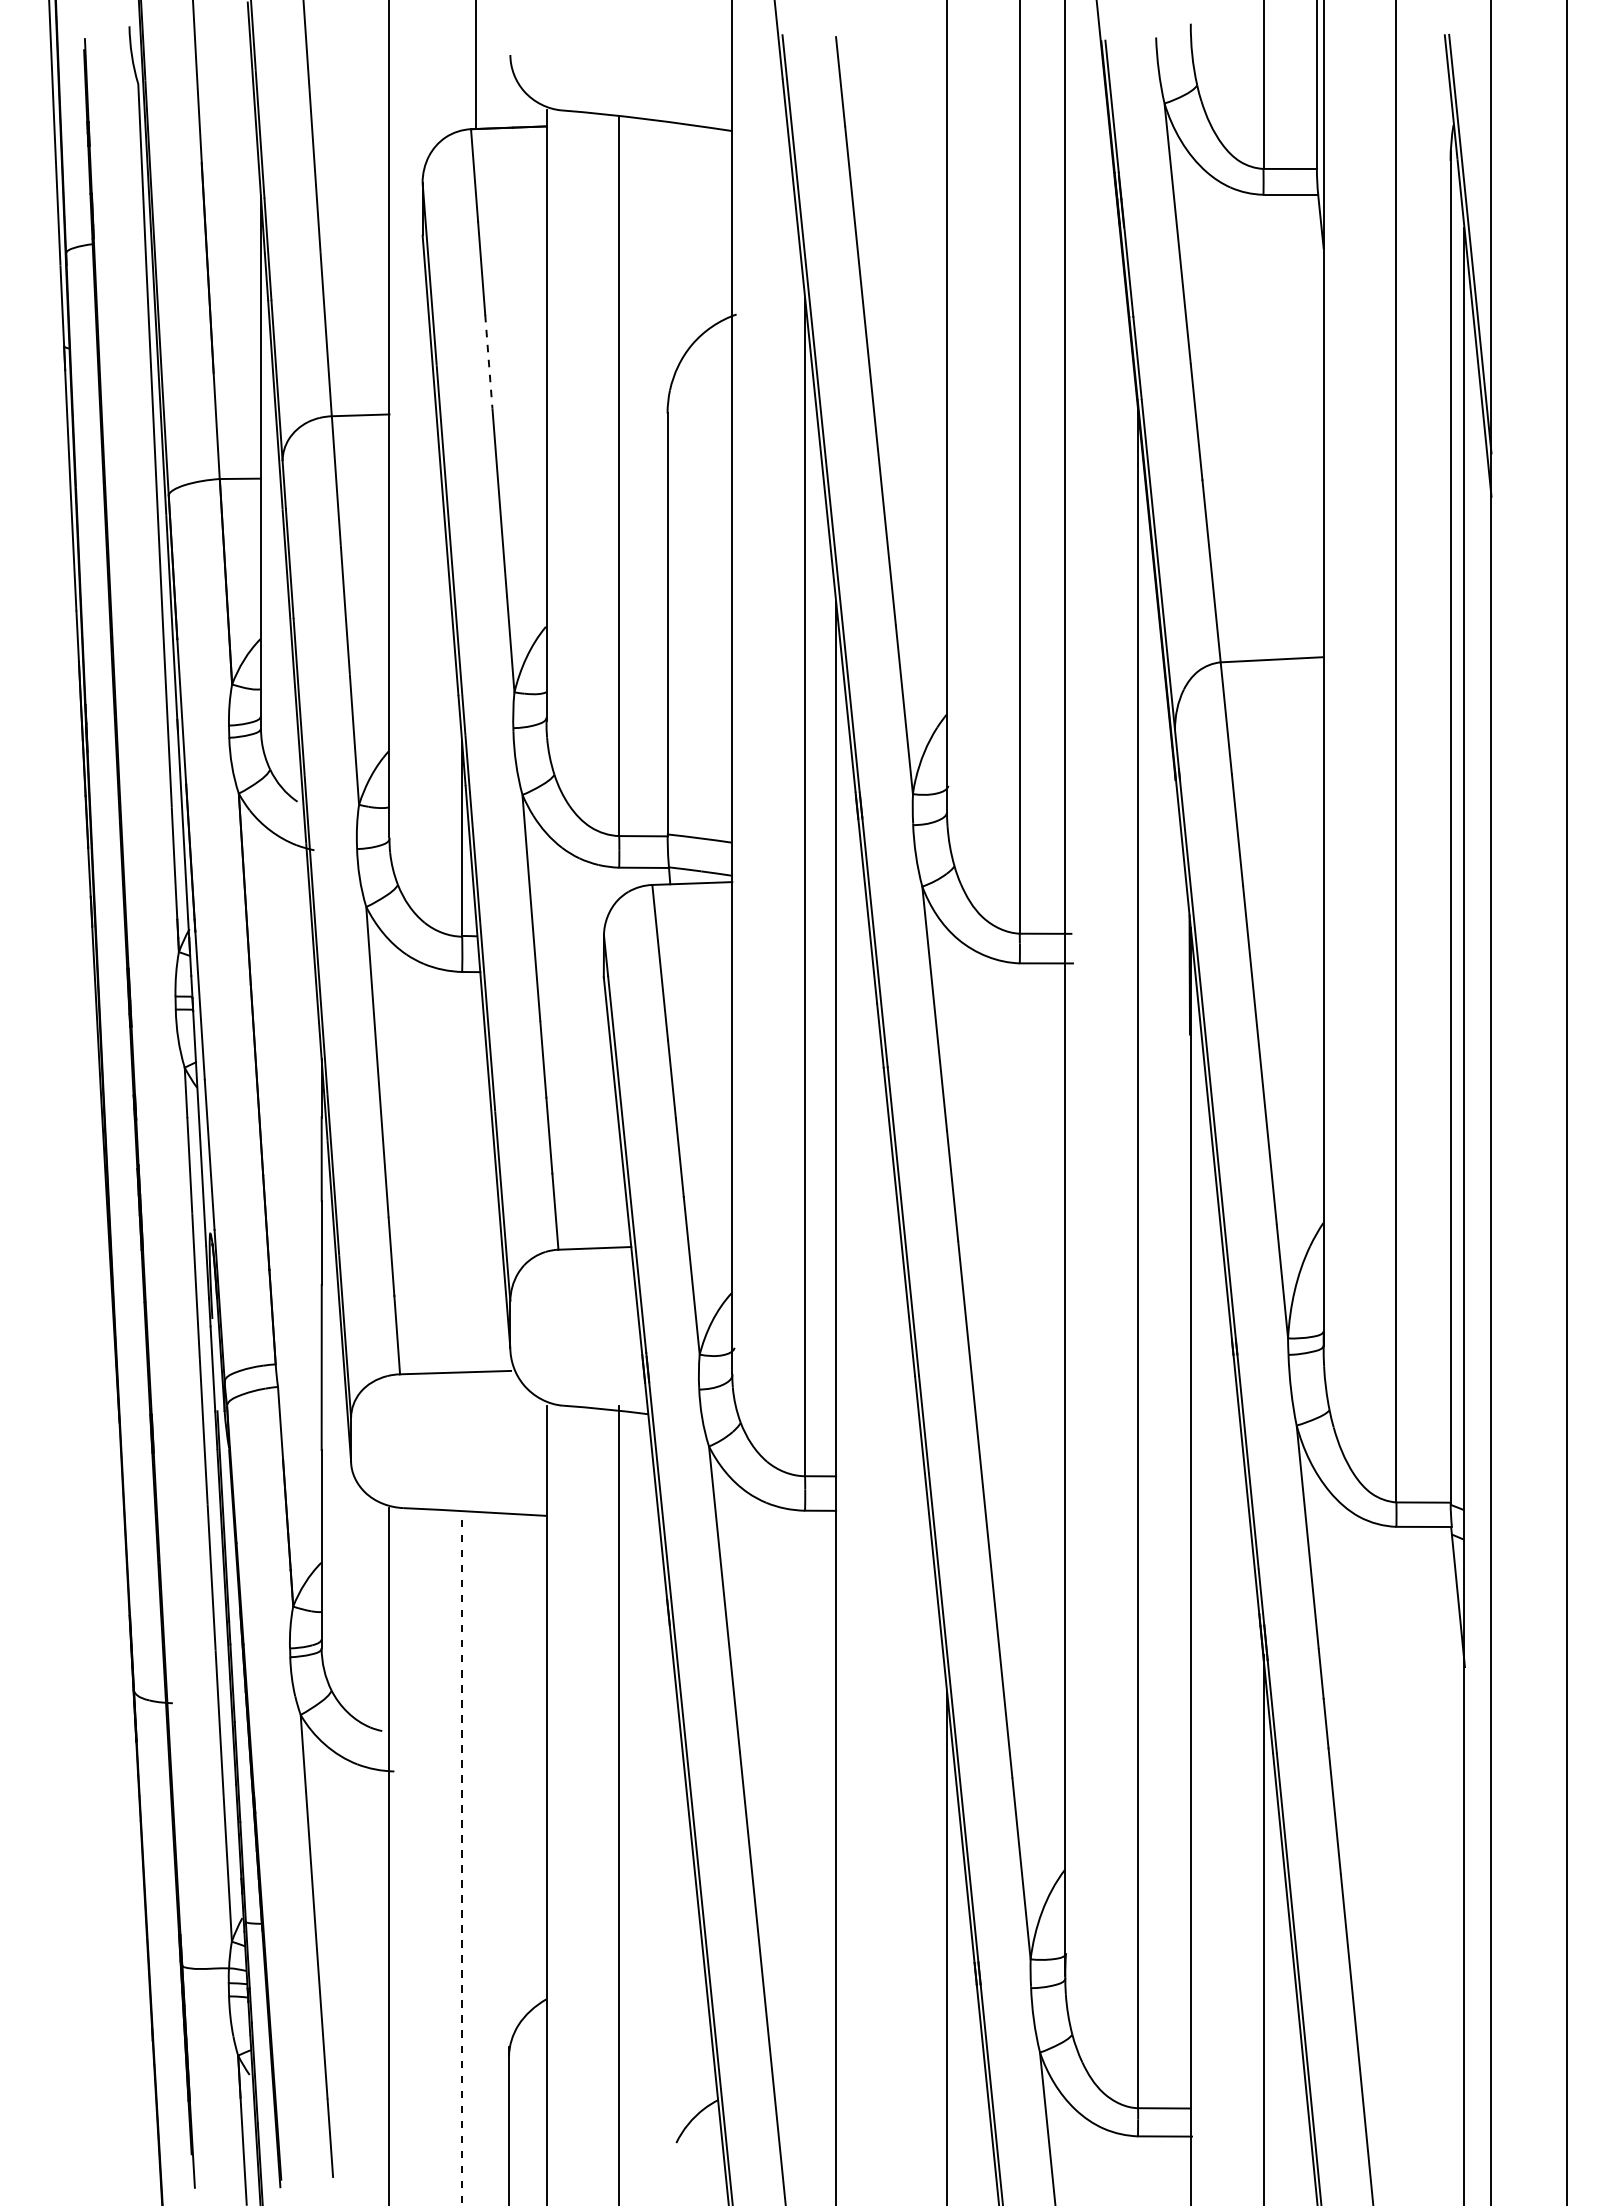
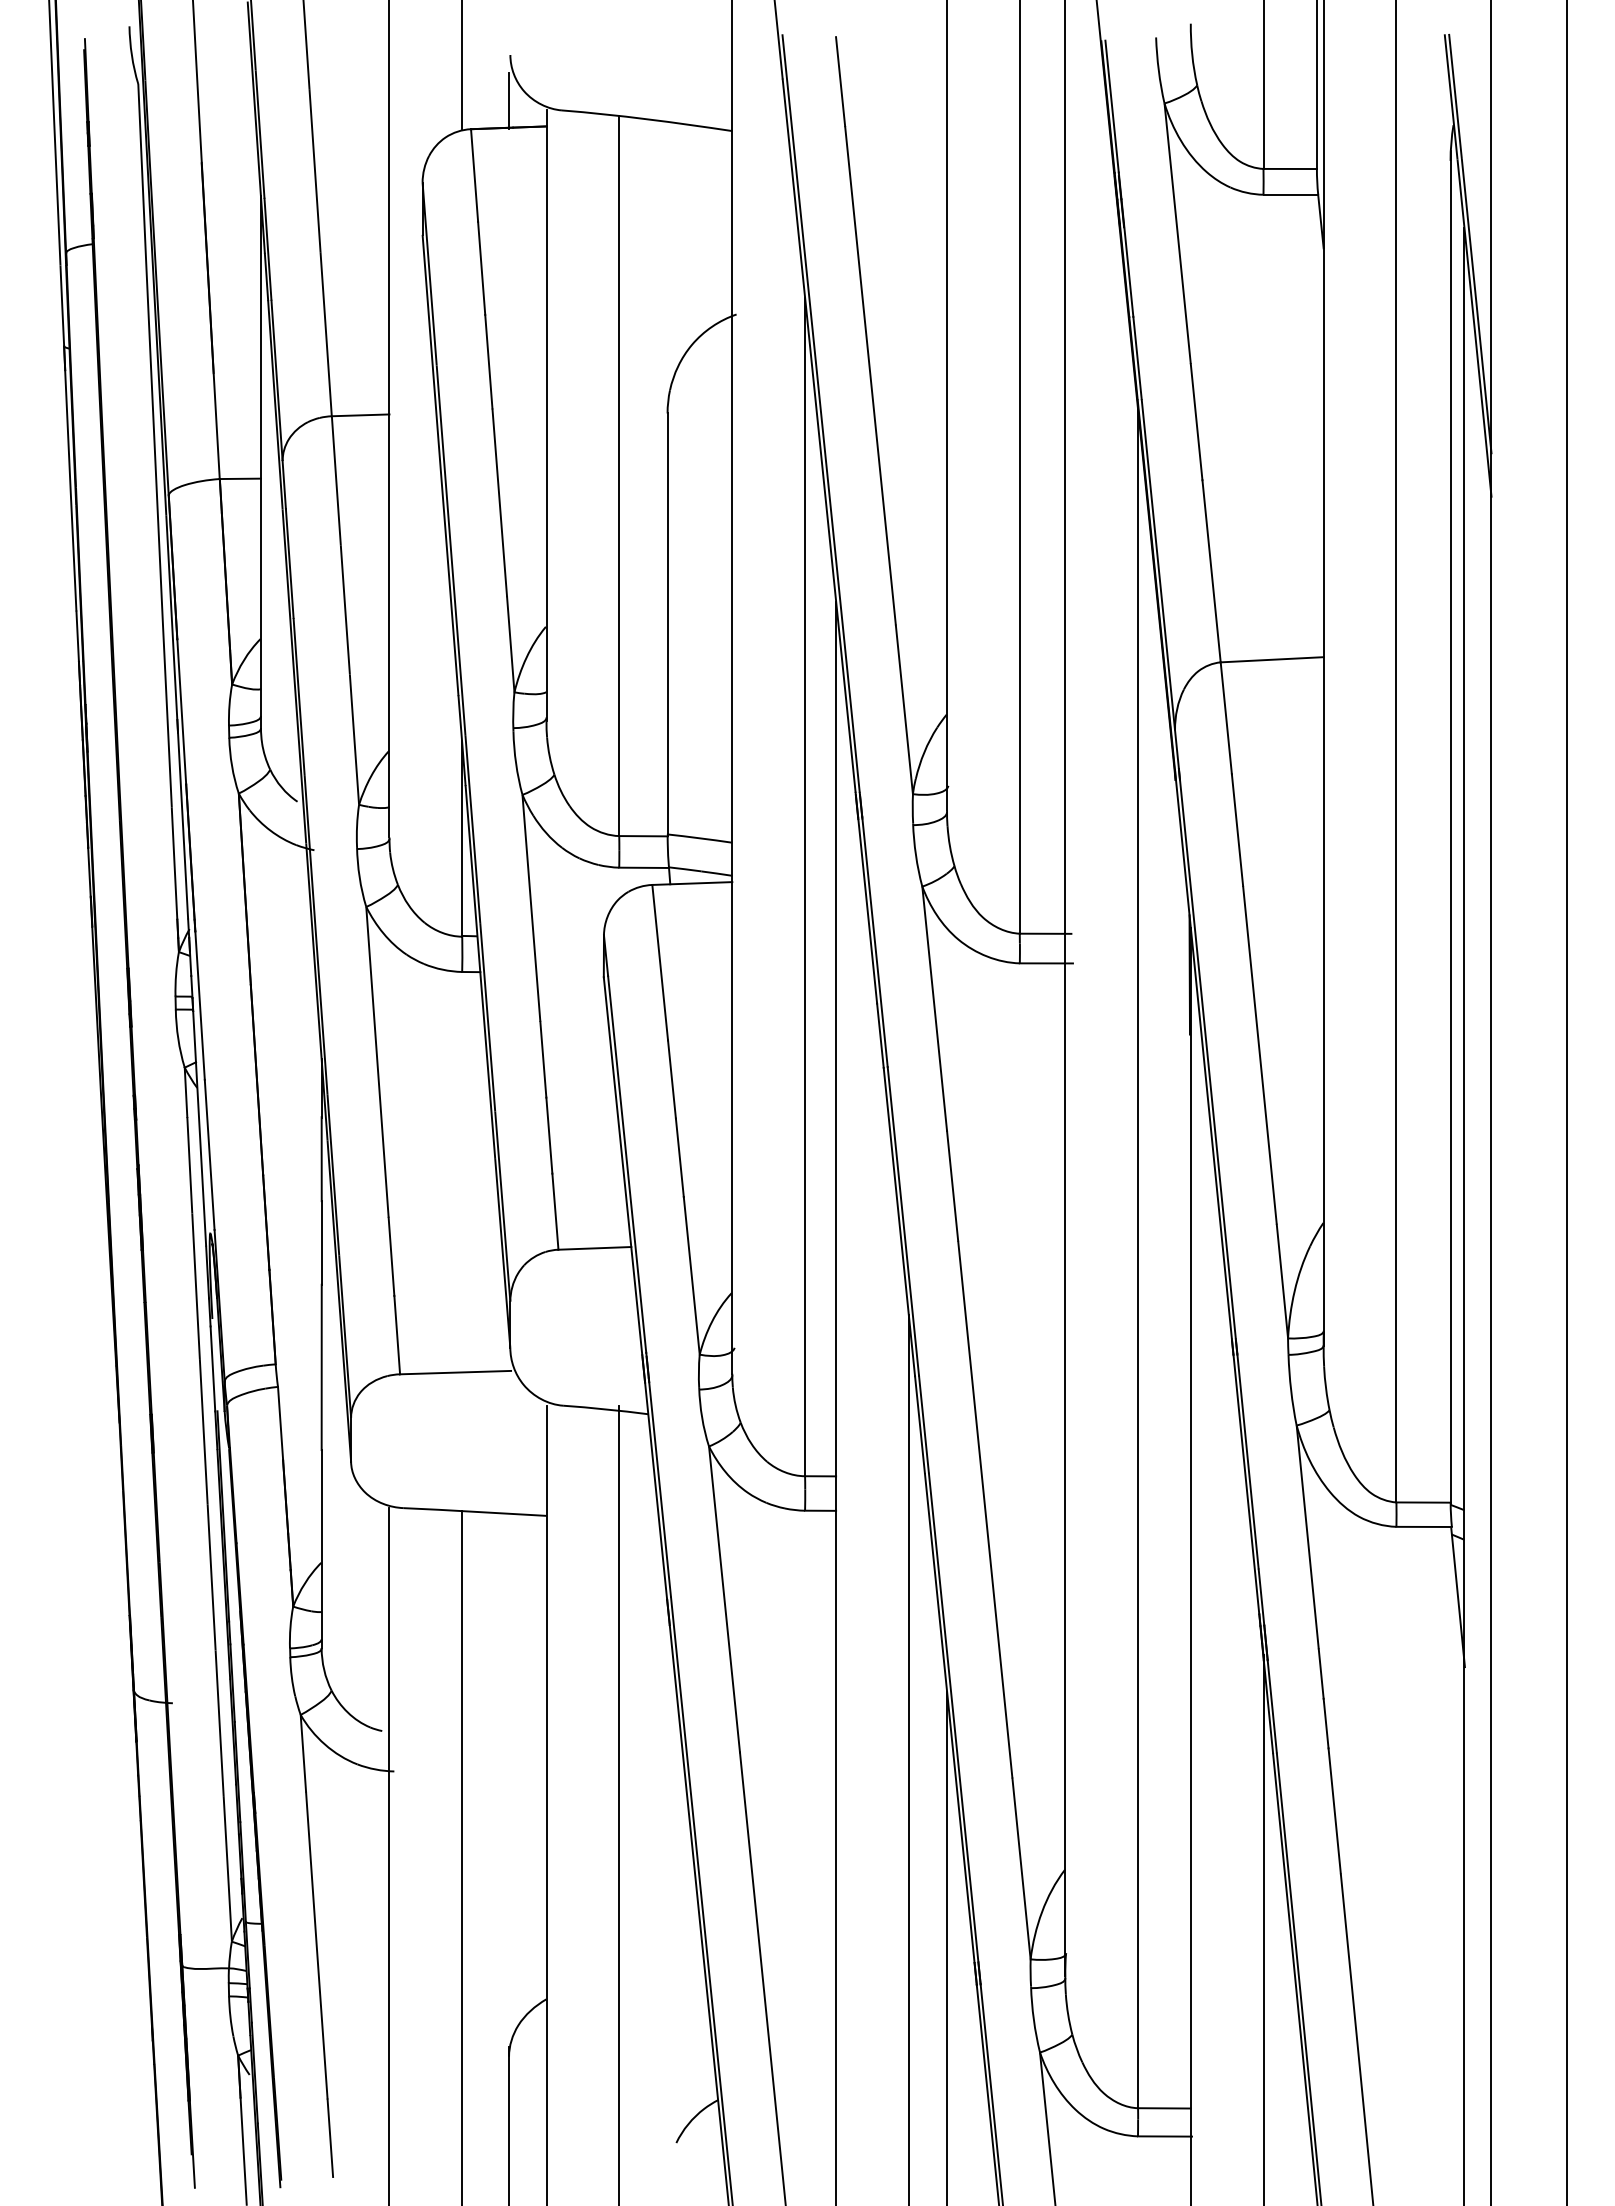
line at (476, 65) position: (476, 65) -> (462, 65)
line at (509, 101): none -> present
line at (488, 361): dashed -> solid
line at (908, 1758): none -> present
line at (462, 1857): dashed -> solid
